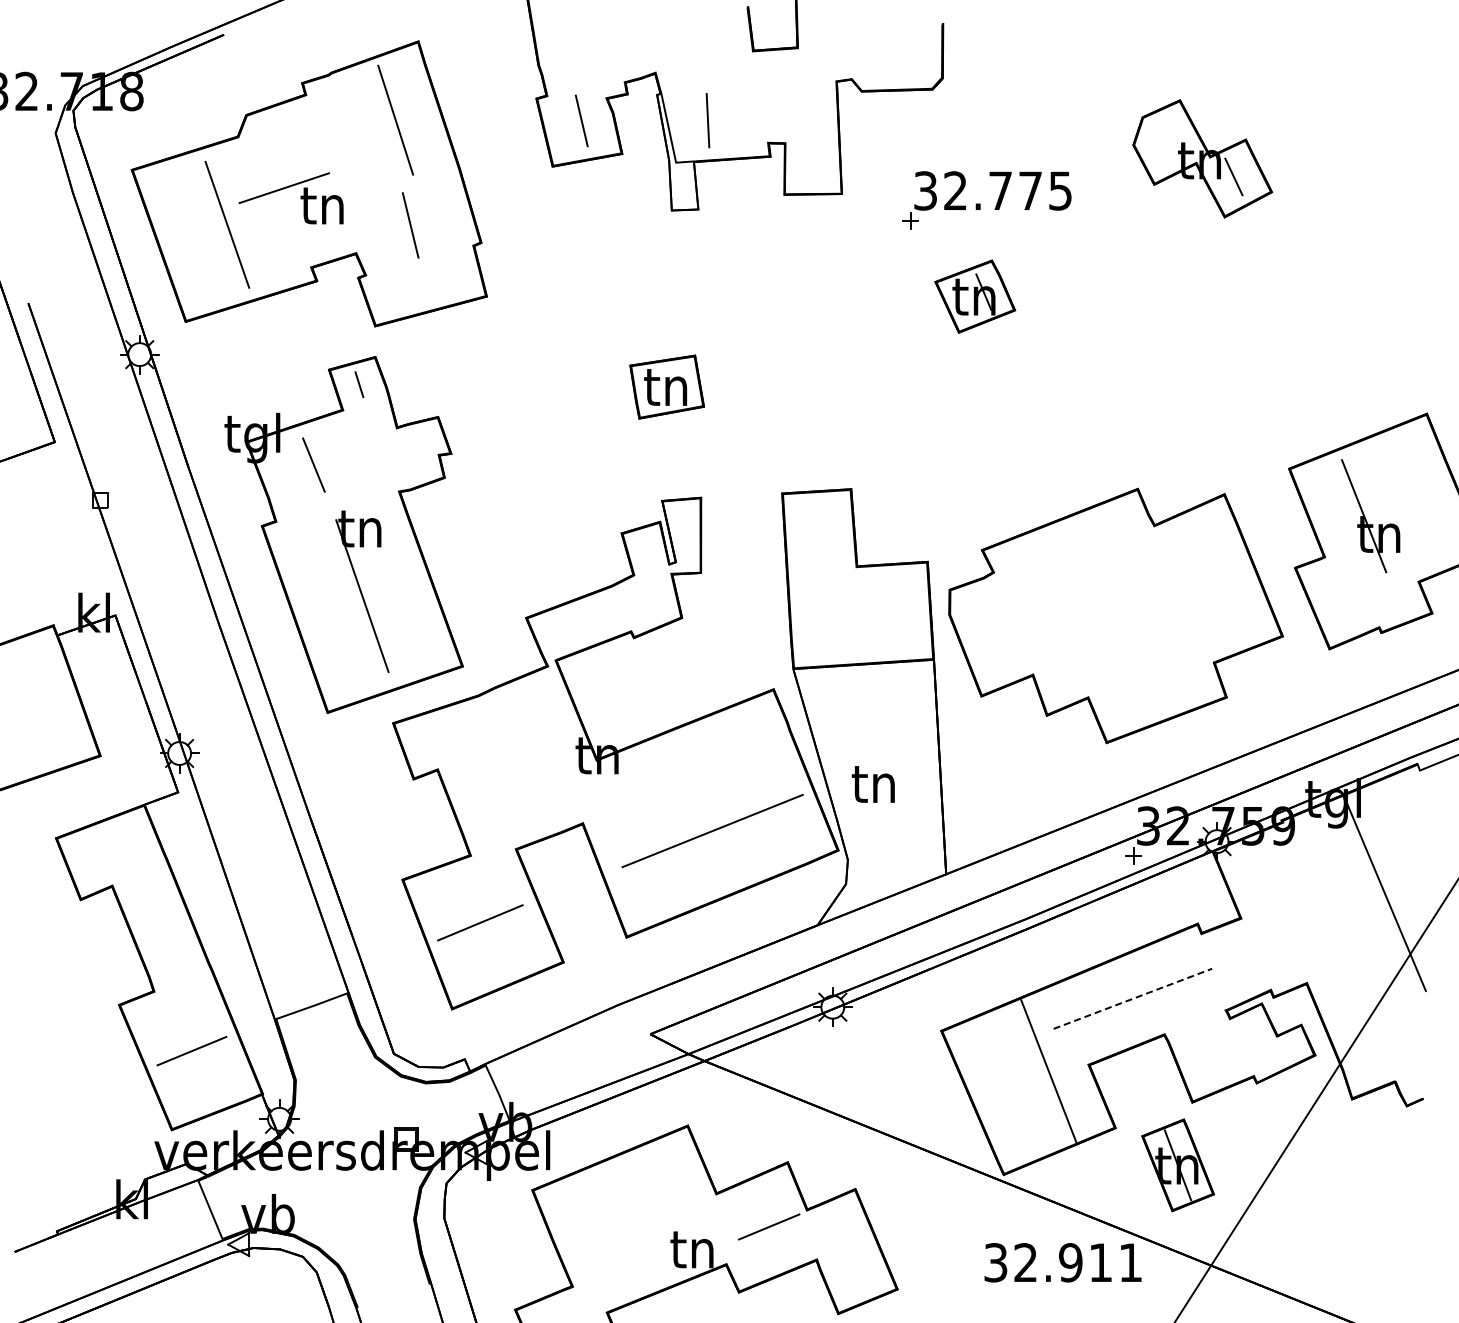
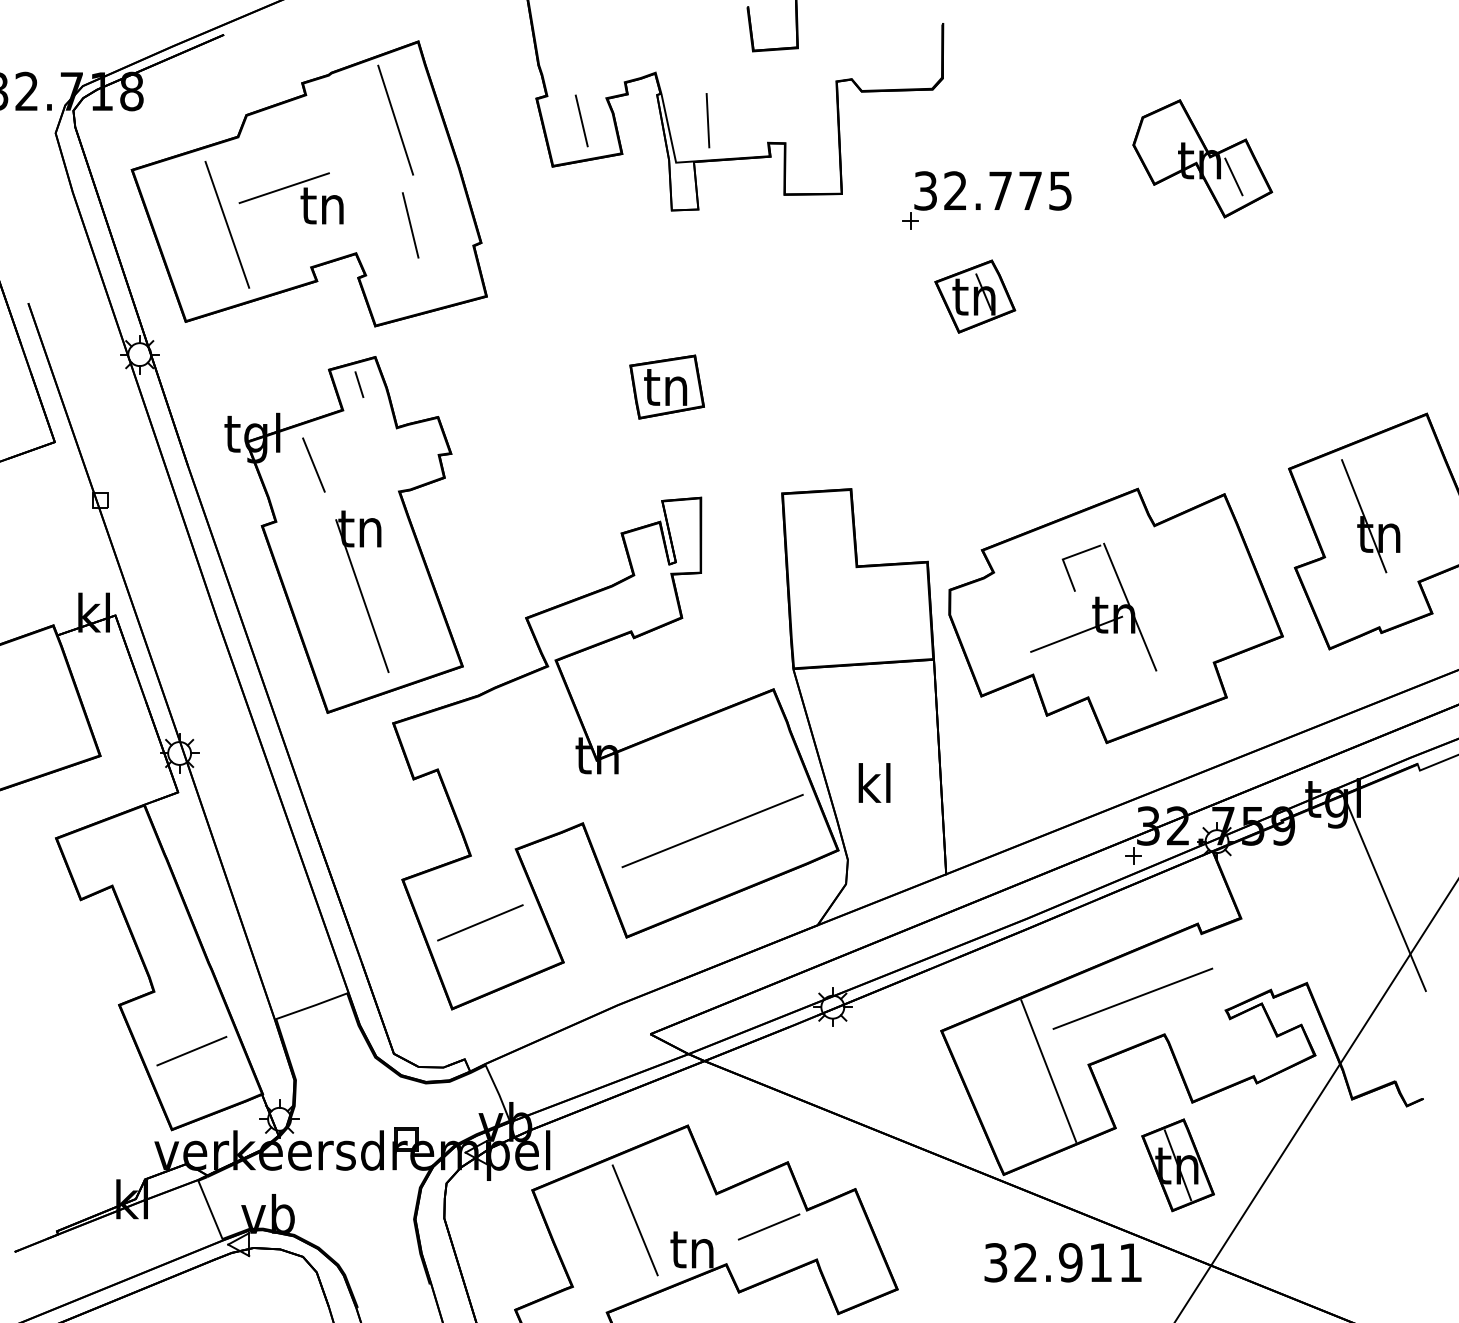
part at (1093, 606): none -> present
text at (872, 782): tn -> kl
line at (1132, 998): dashed -> solid
line at (634, 1220): none -> present
